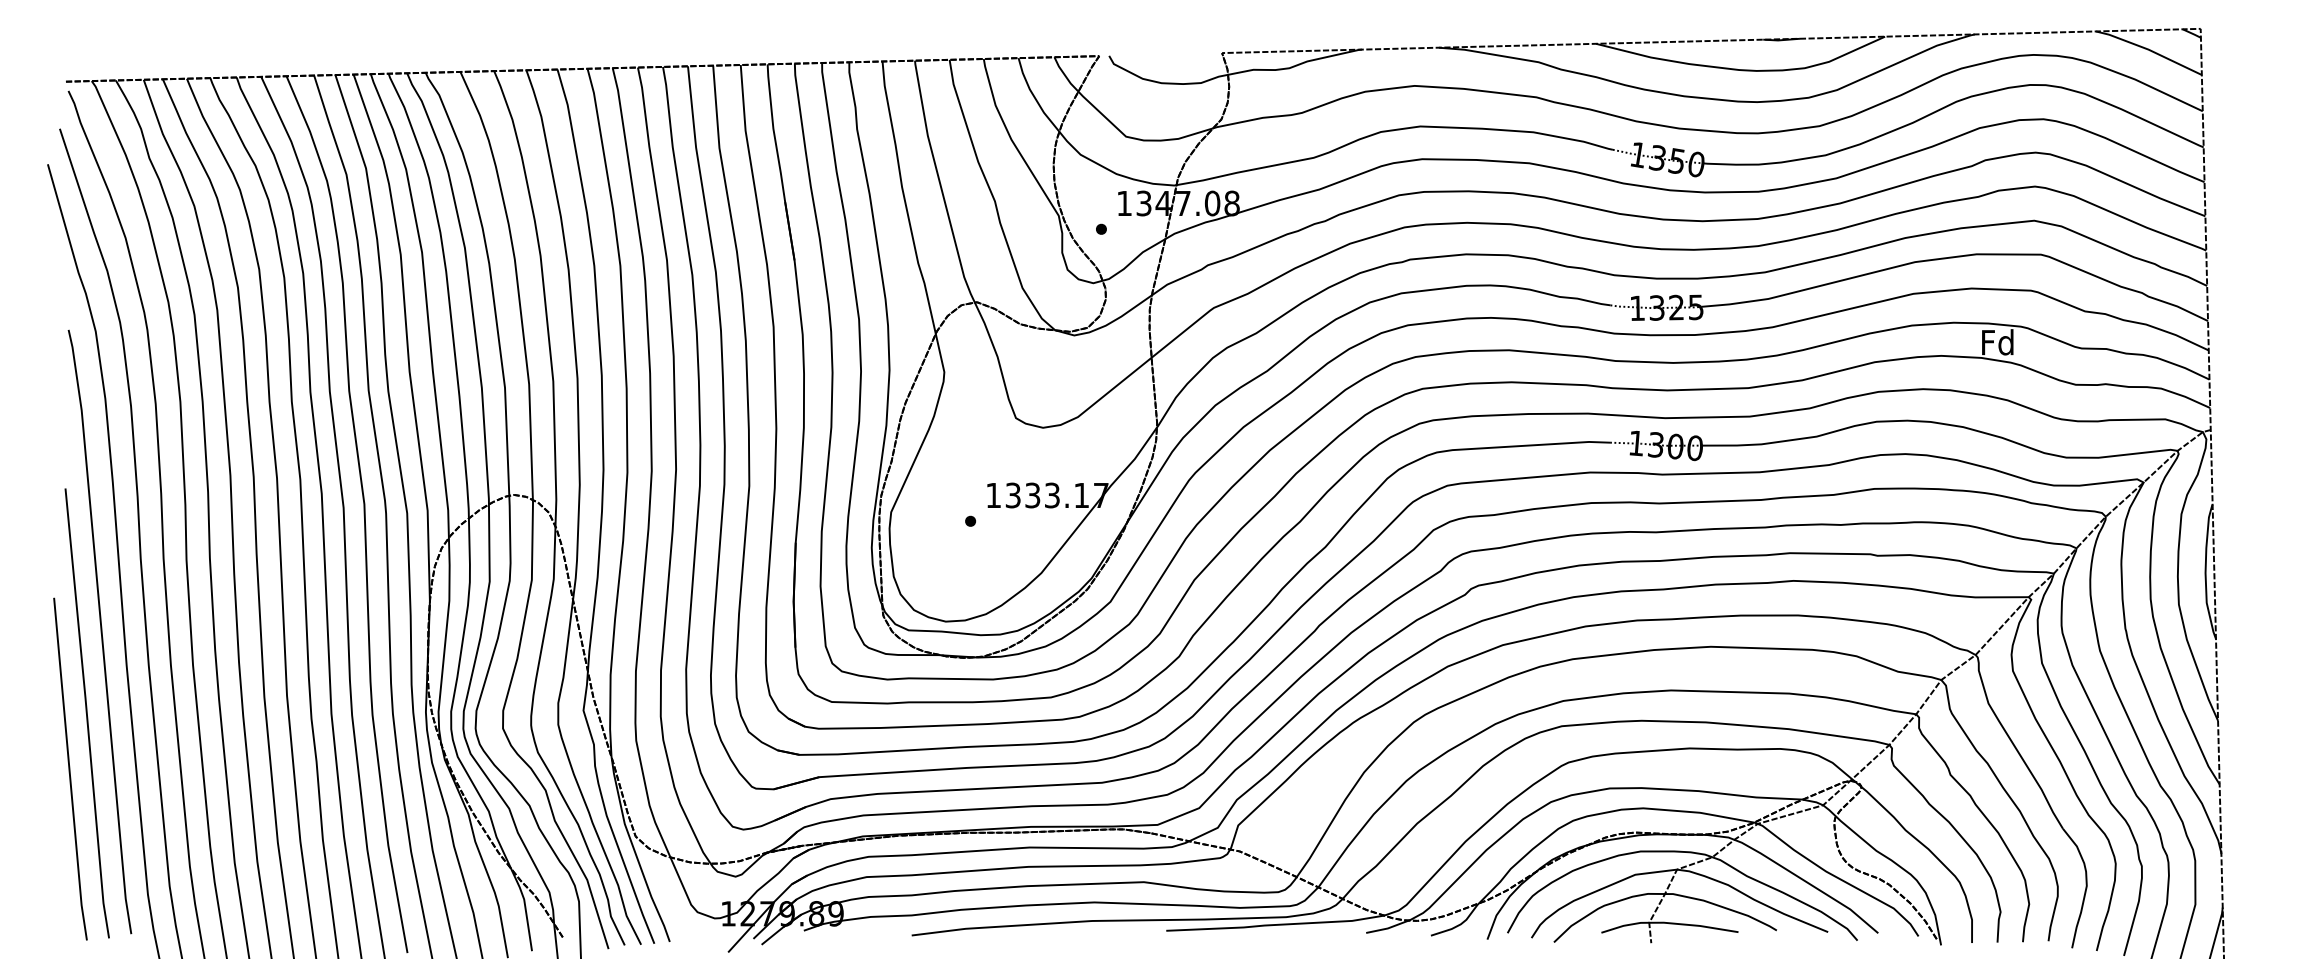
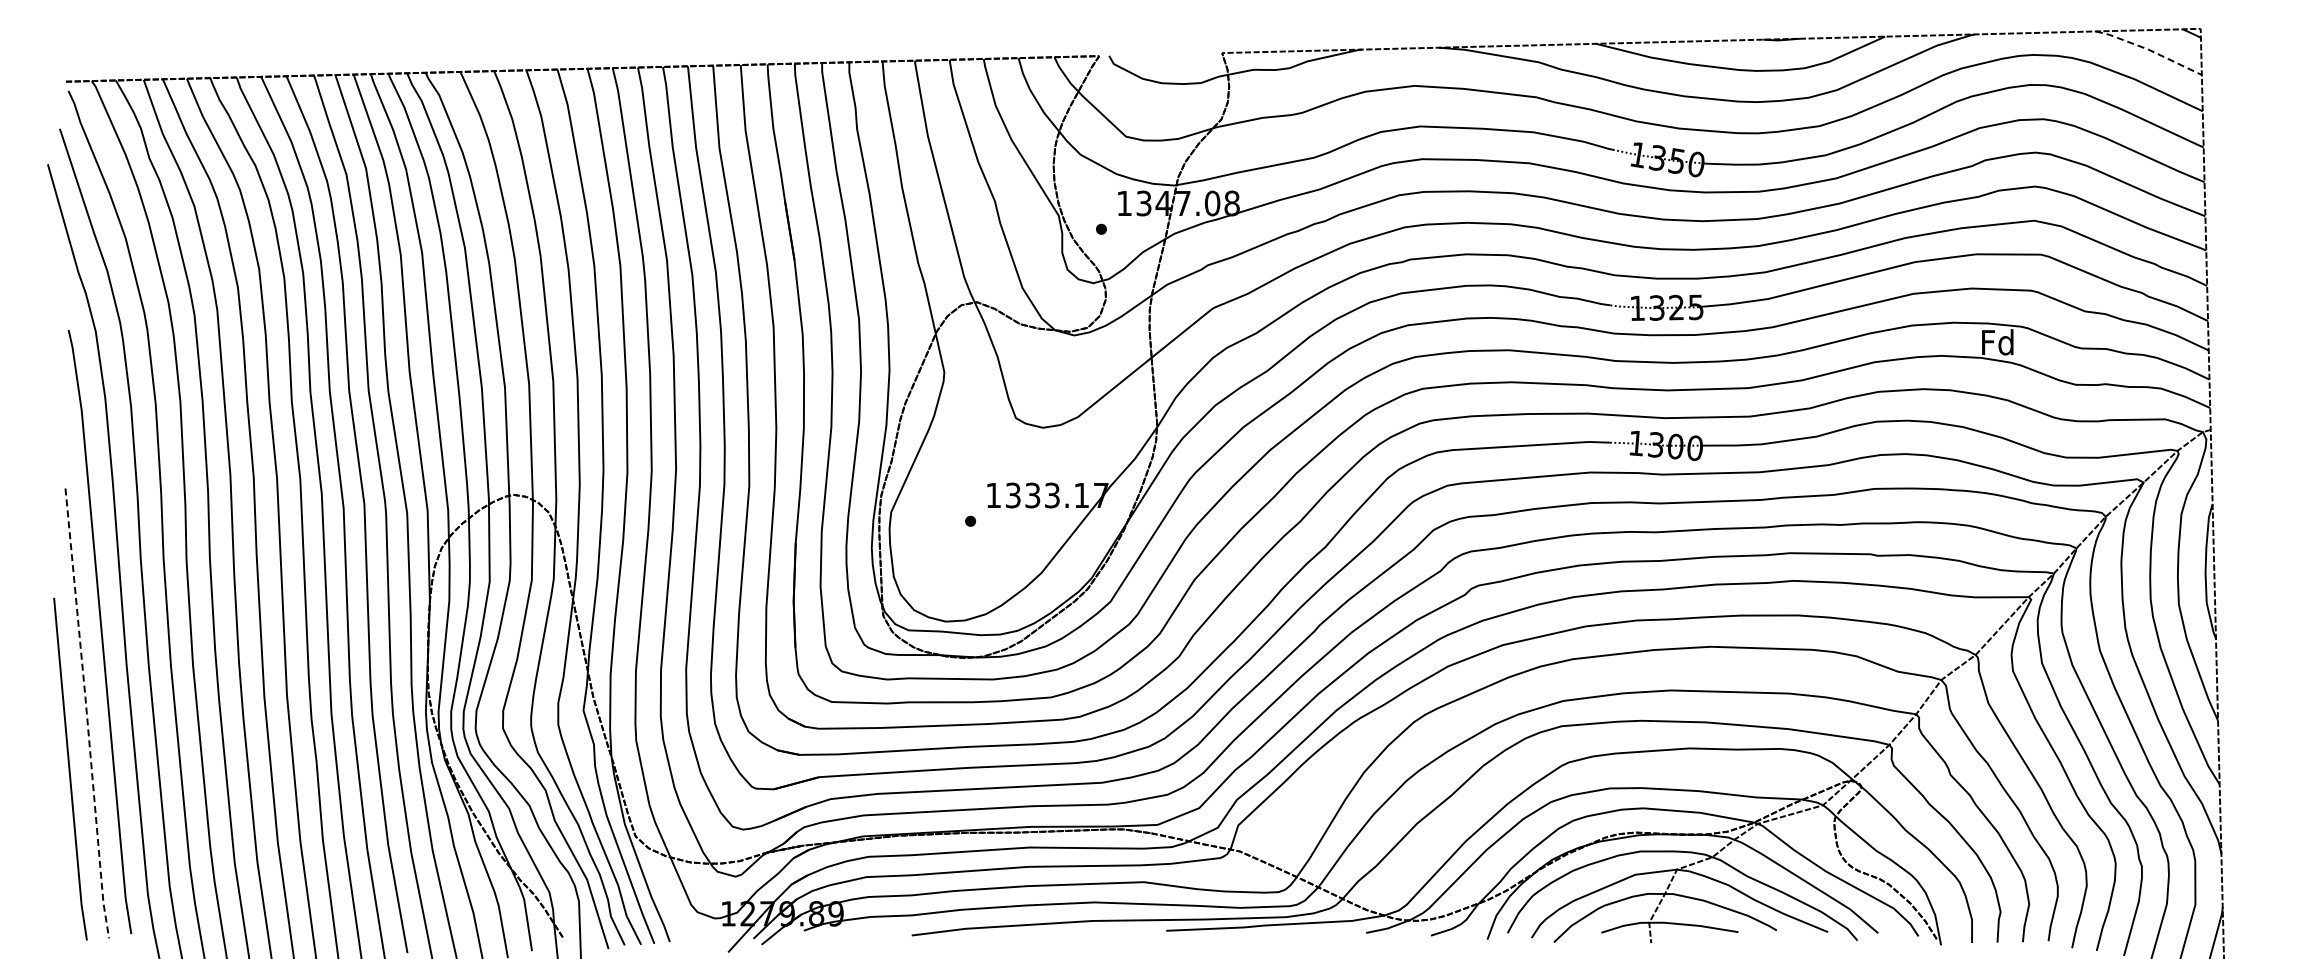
line at (2148, 49): solid -> dashed
line at (86, 713): solid -> dashed
